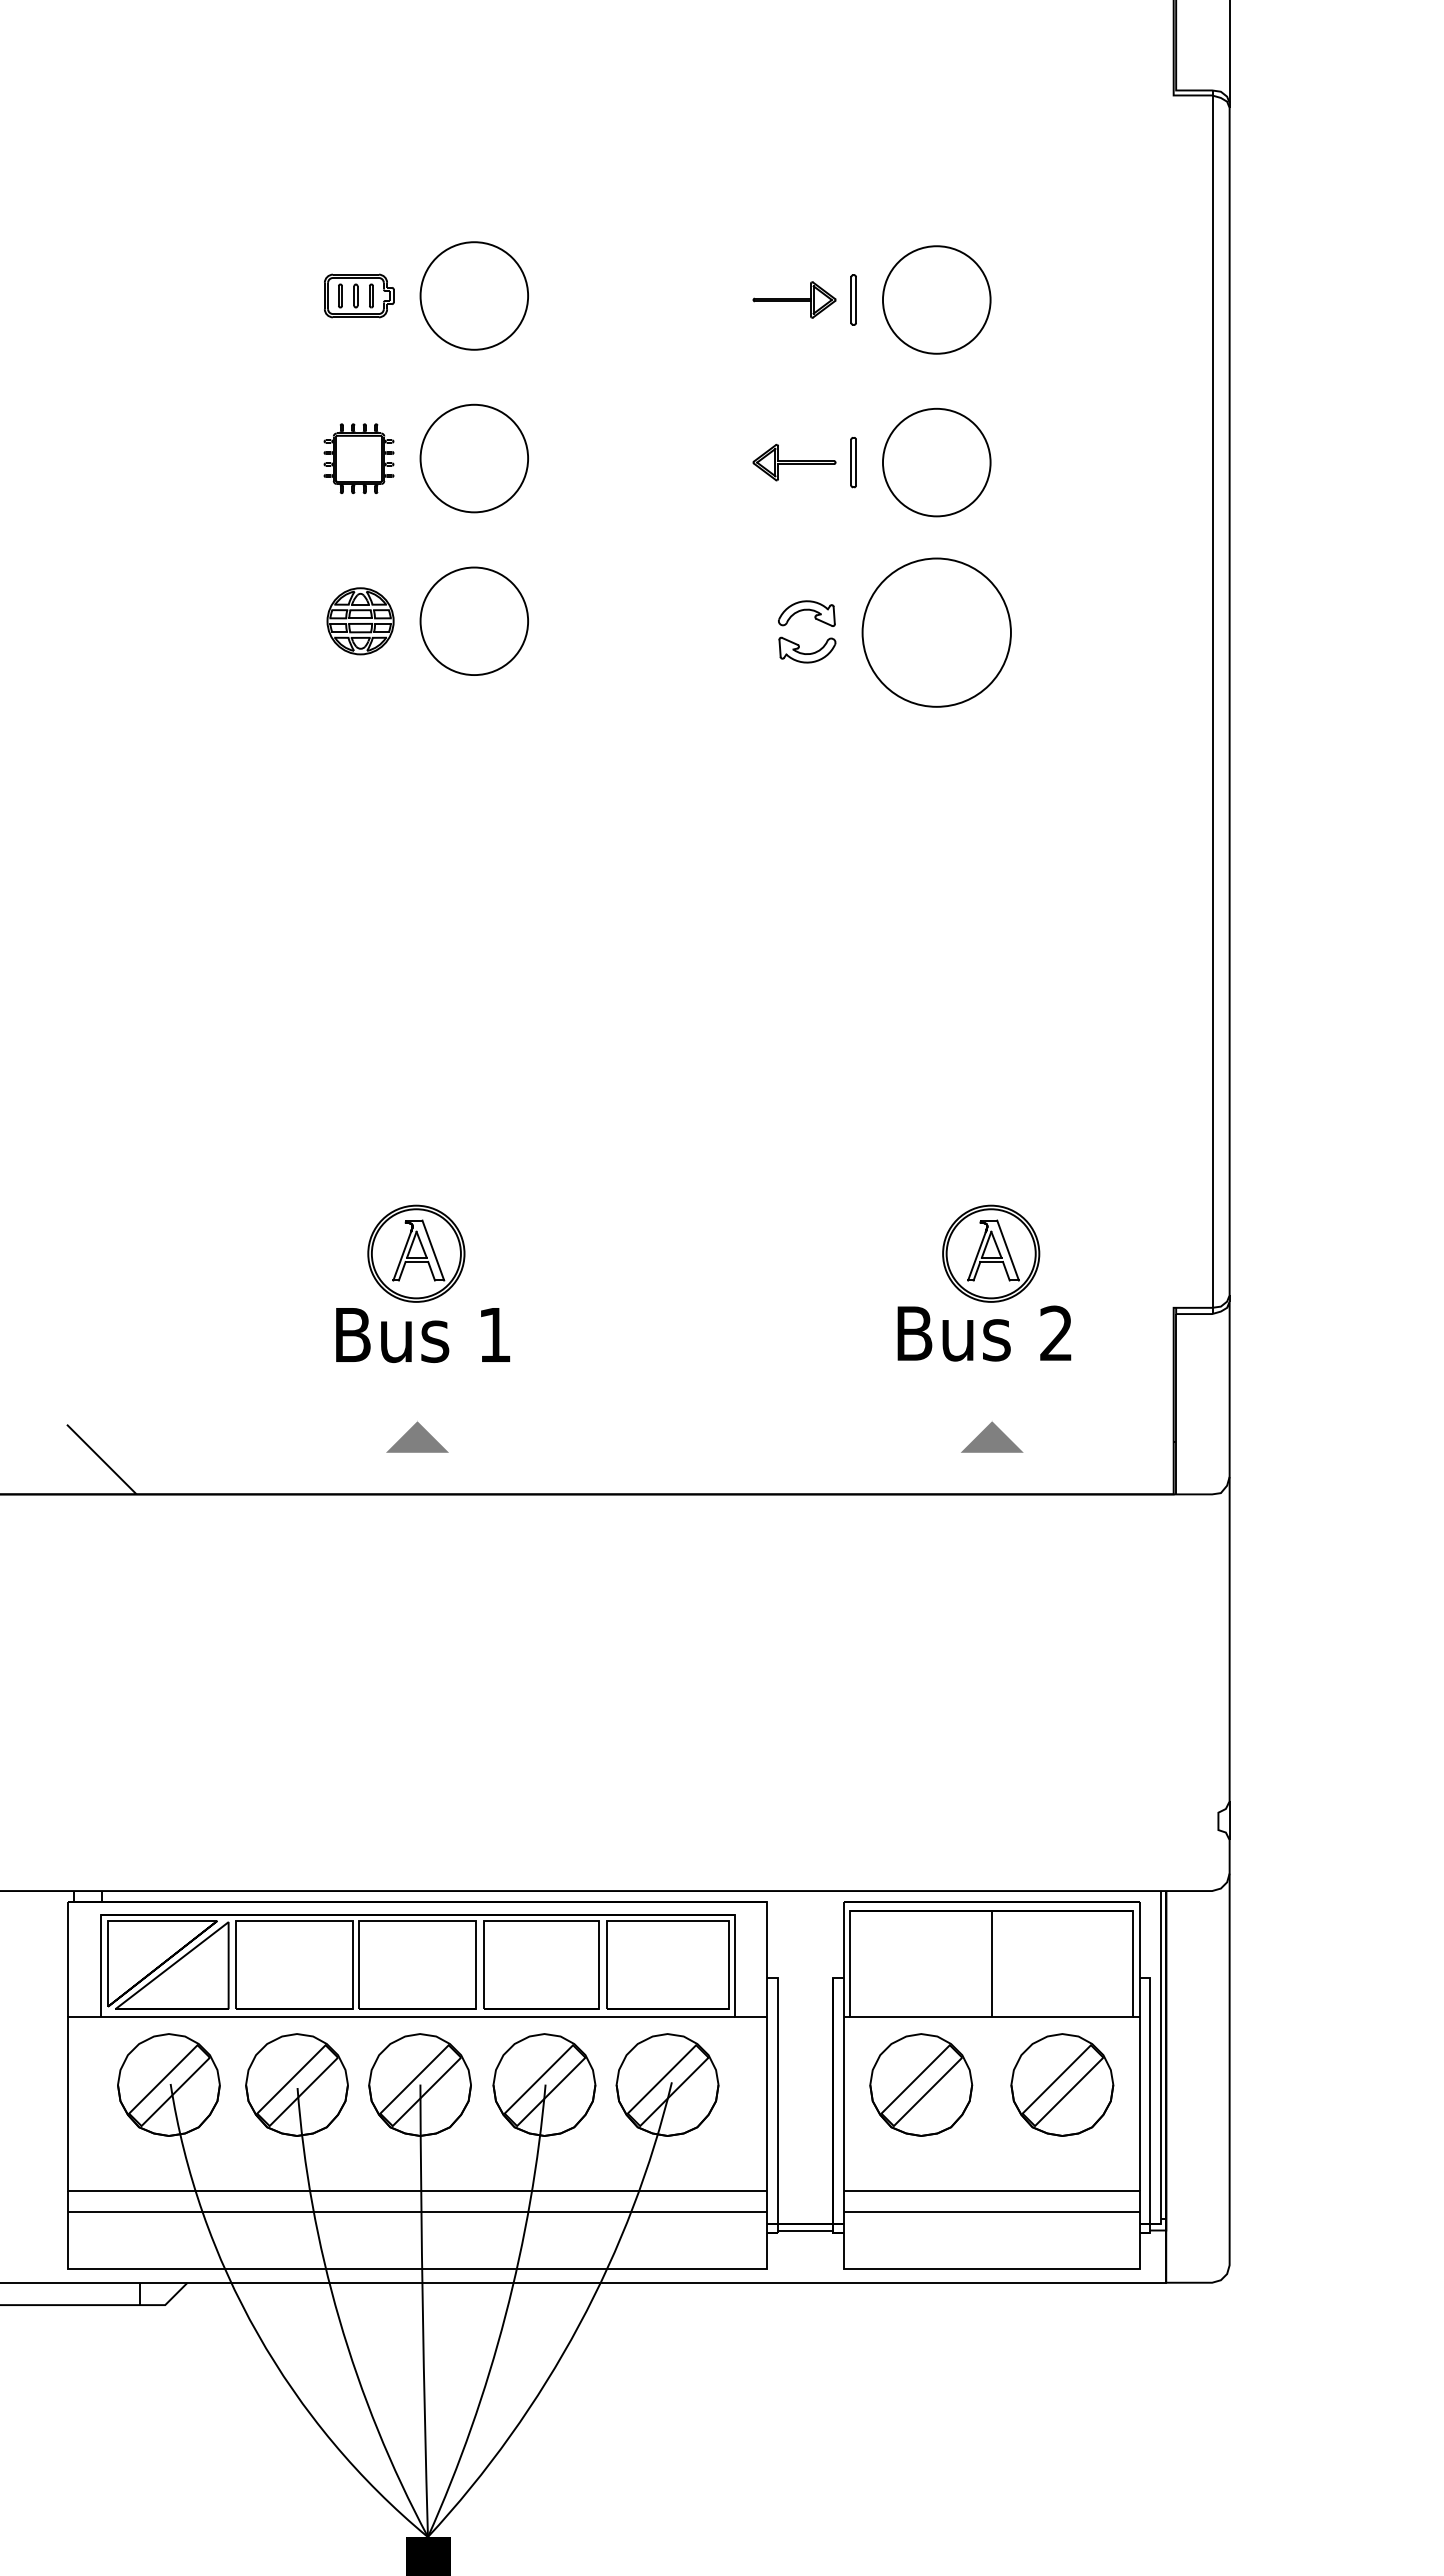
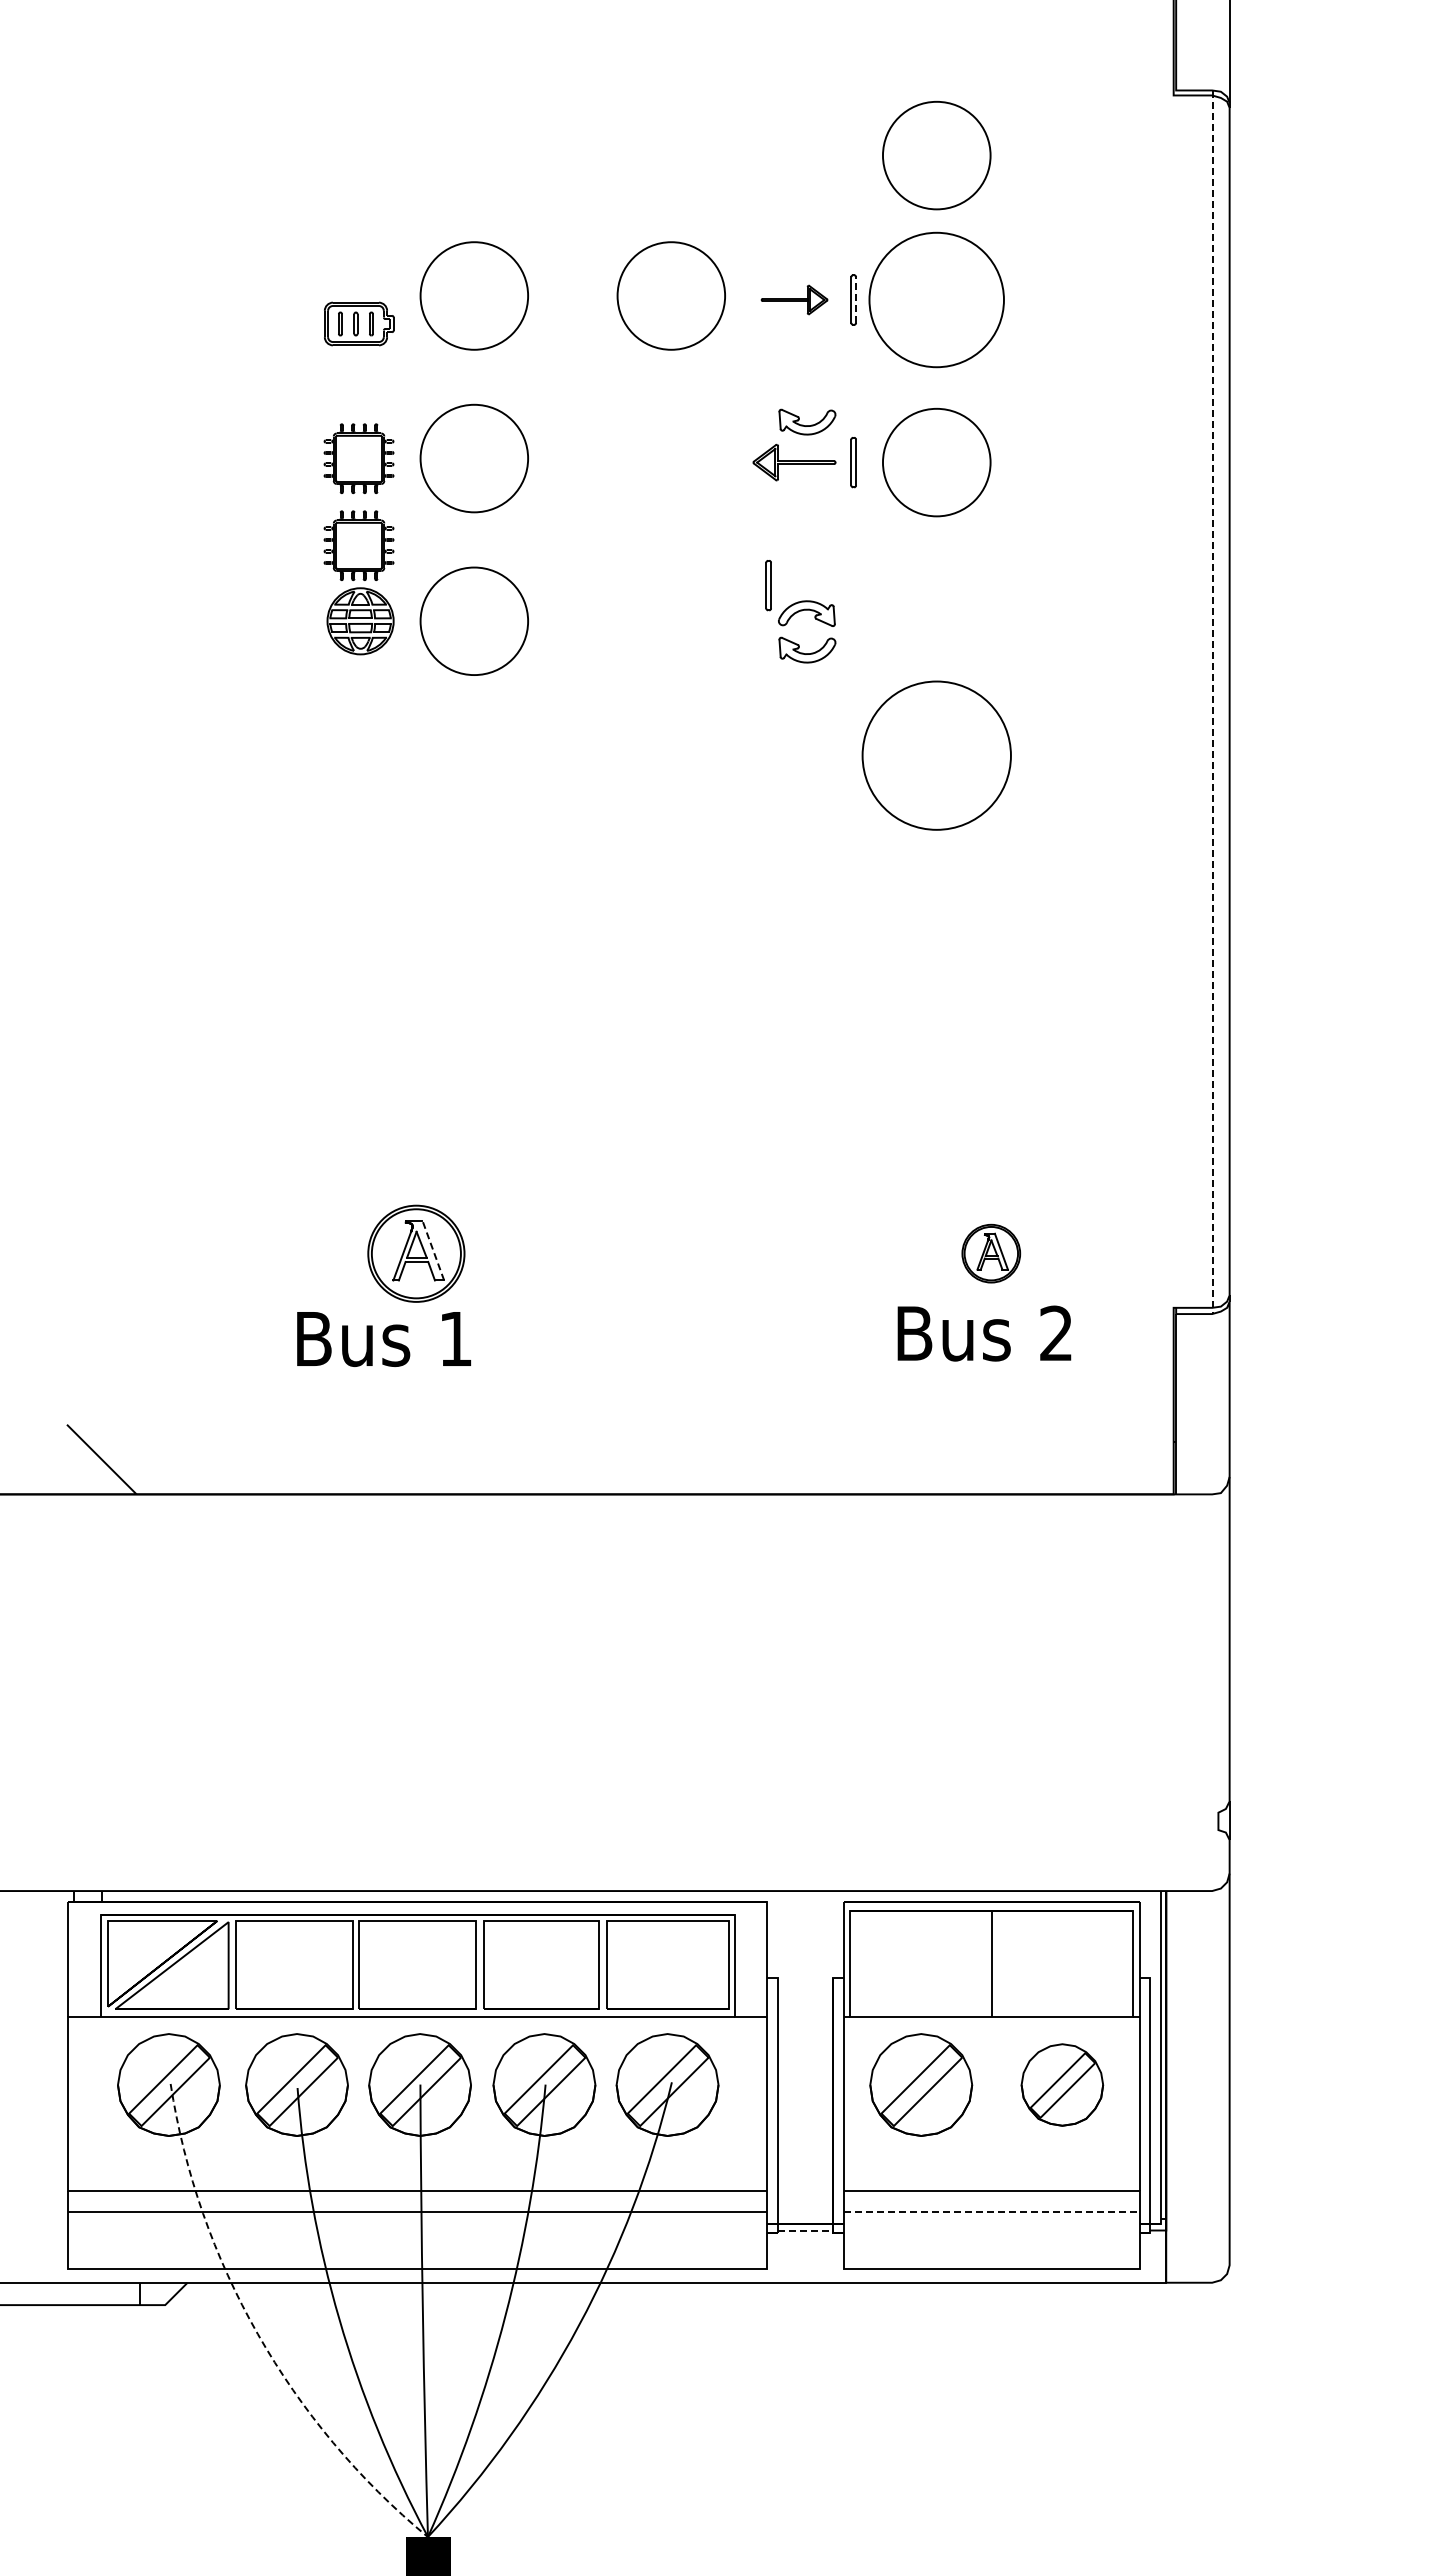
part at (936, 155): none -> present
part at (359, 295) position: (359, 295) -> (359, 323)
part at (670, 295): none -> present
part at (794, 299) size: 85x38 px -> 69x32 px
part at (936, 299) size: 110x110 px -> 137x138 px
line at (856, 300): solid -> dashed
part at (807, 421): none -> present
part at (358, 545): none -> present
part at (768, 585): none -> present
part at (936, 632) position: (936, 632) -> (936, 755)
line at (1212, 702): solid -> dashed
line at (433, 1250): solid -> dashed
part at (991, 1253) size: 99x99 px -> 61x61 px
text at (422, 1335) position: (422, 1335) -> (383, 1339)
part at (417, 1436): present -> none
fill at (991, 1436): present -> none
part at (1062, 2084) size: 105x104 px -> 85x84 px
line at (992, 2211): solid -> dashed
line at (806, 2230): solid -> dashed
arc at (257, 2334): solid -> dashed
